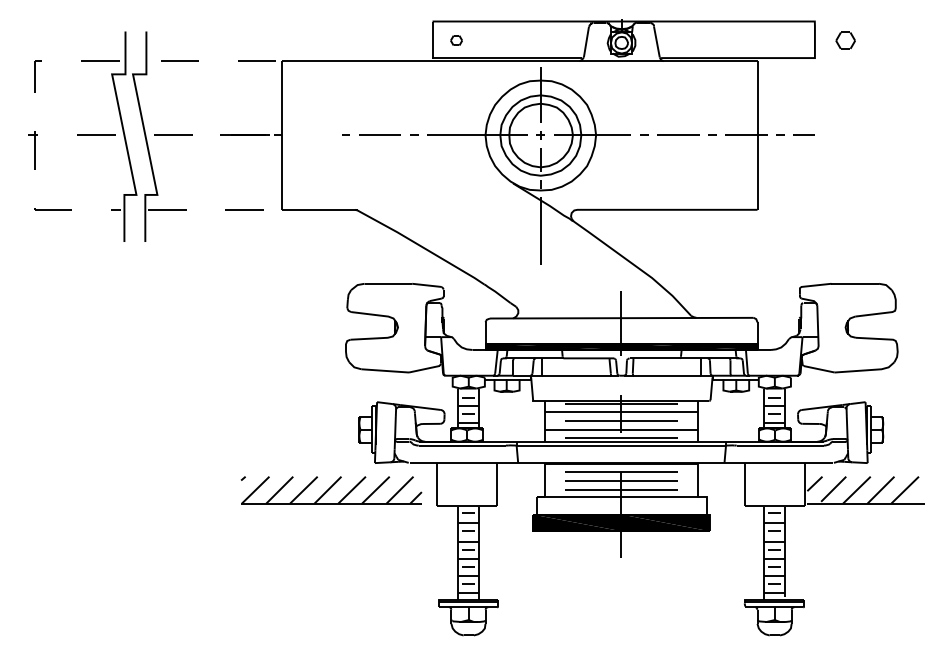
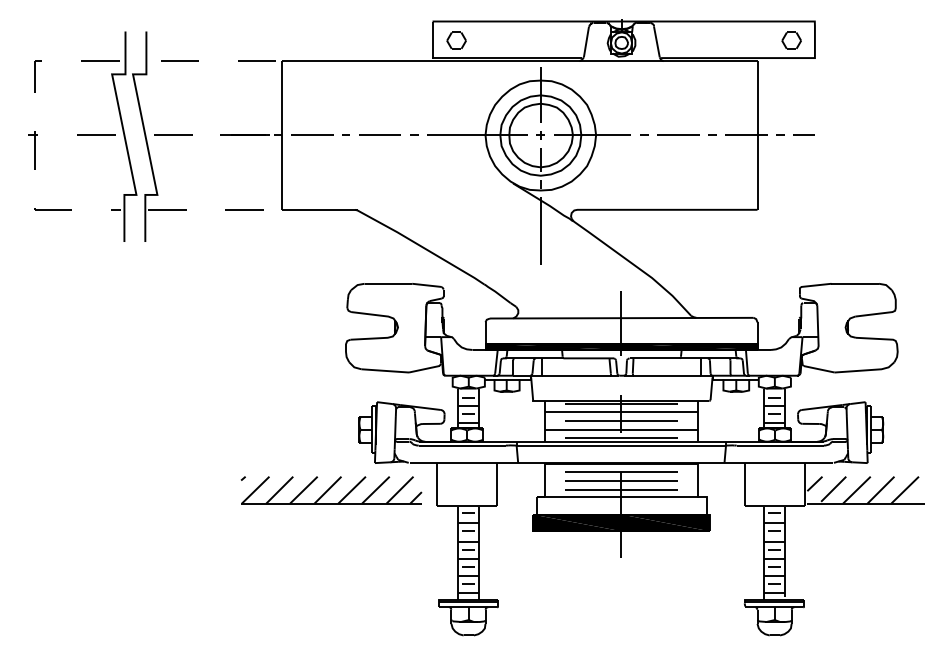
part at (456, 40) size: 13x11 px -> 21x19 px
part at (845, 40) position: (845, 40) -> (791, 40)
line at (312, 134): none -> present
